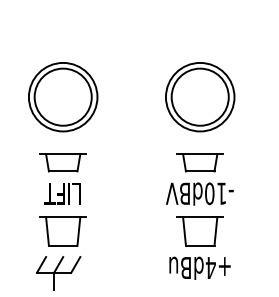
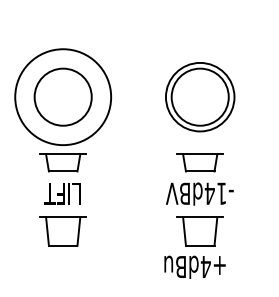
circle at (62, 96) diameter: 69 px -> 96 px
text at (209, 193): -10dBV -> -14dBV
text at (199, 267) position: (199, 267) -> (194, 266)
part at (58, 273): present -> none
